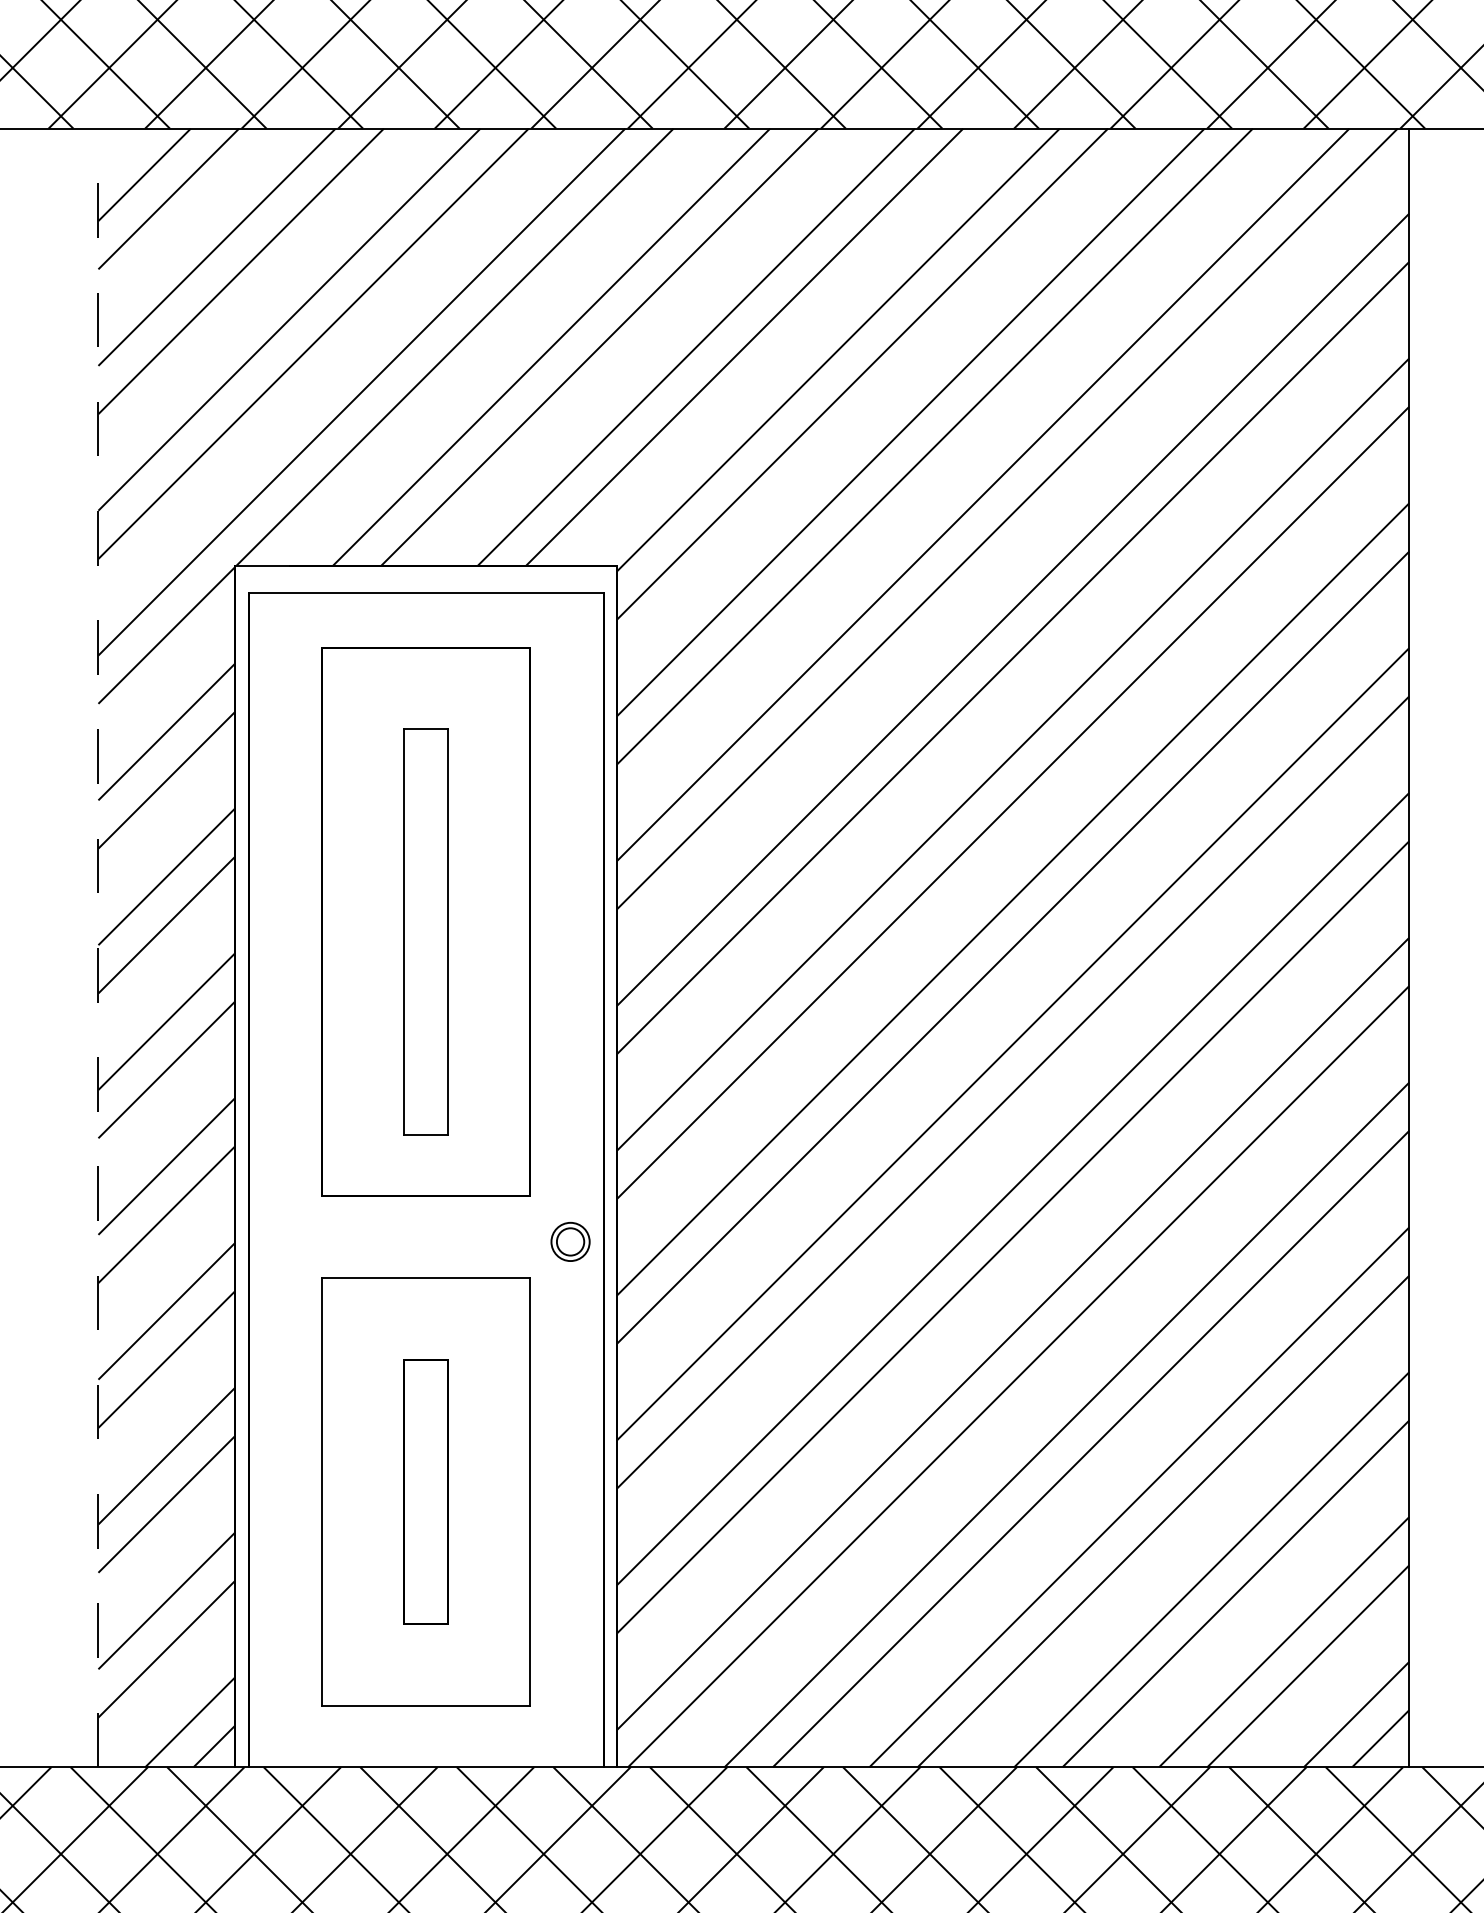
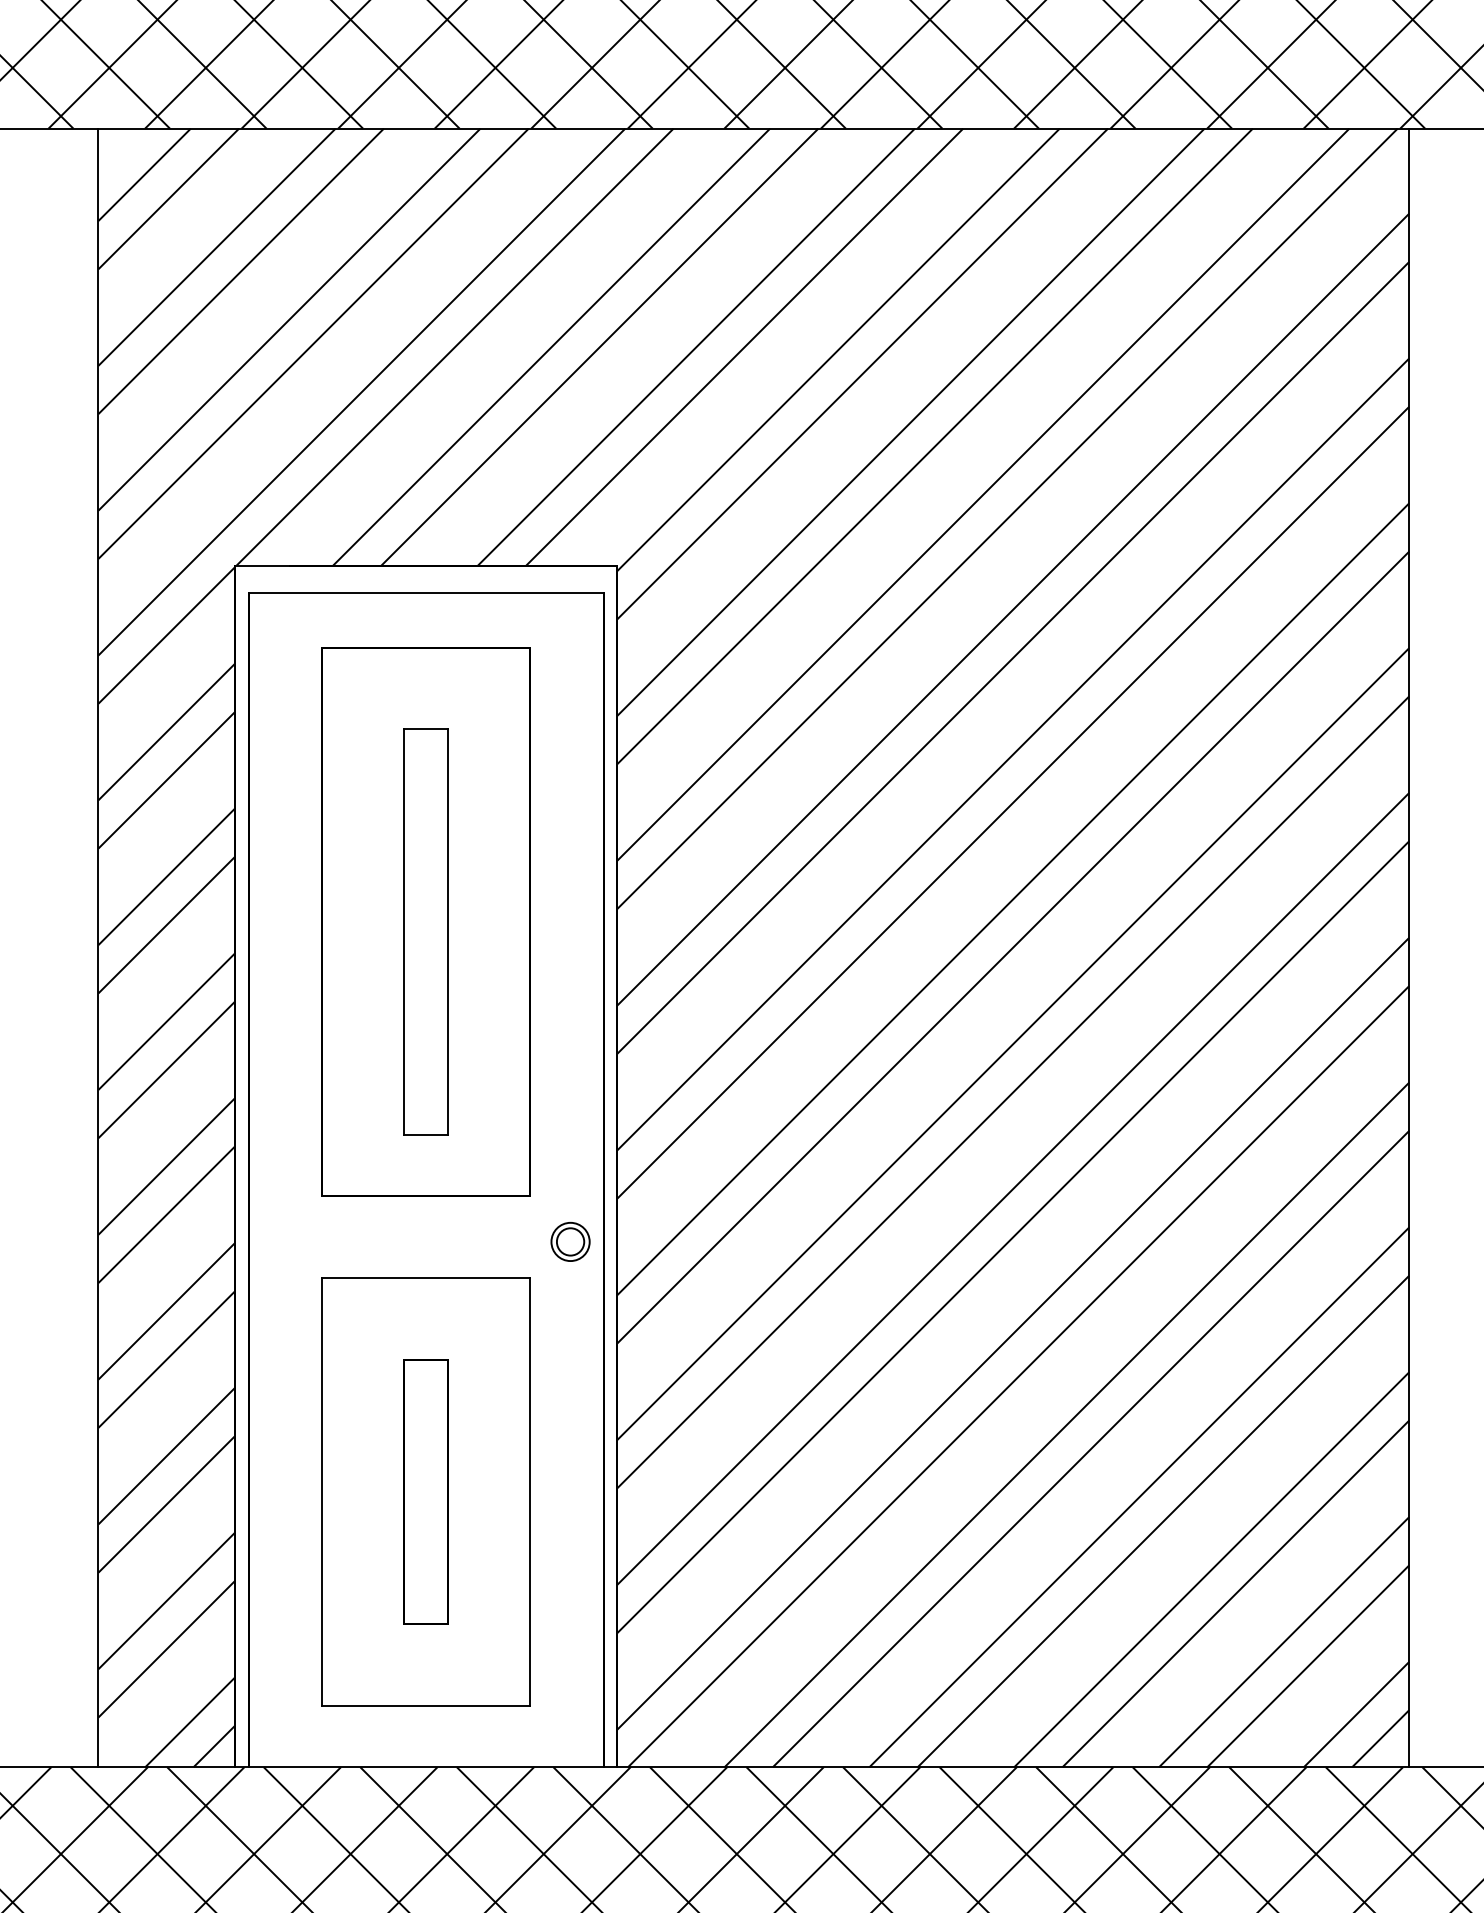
line at (98, 947): dashed -> solid
